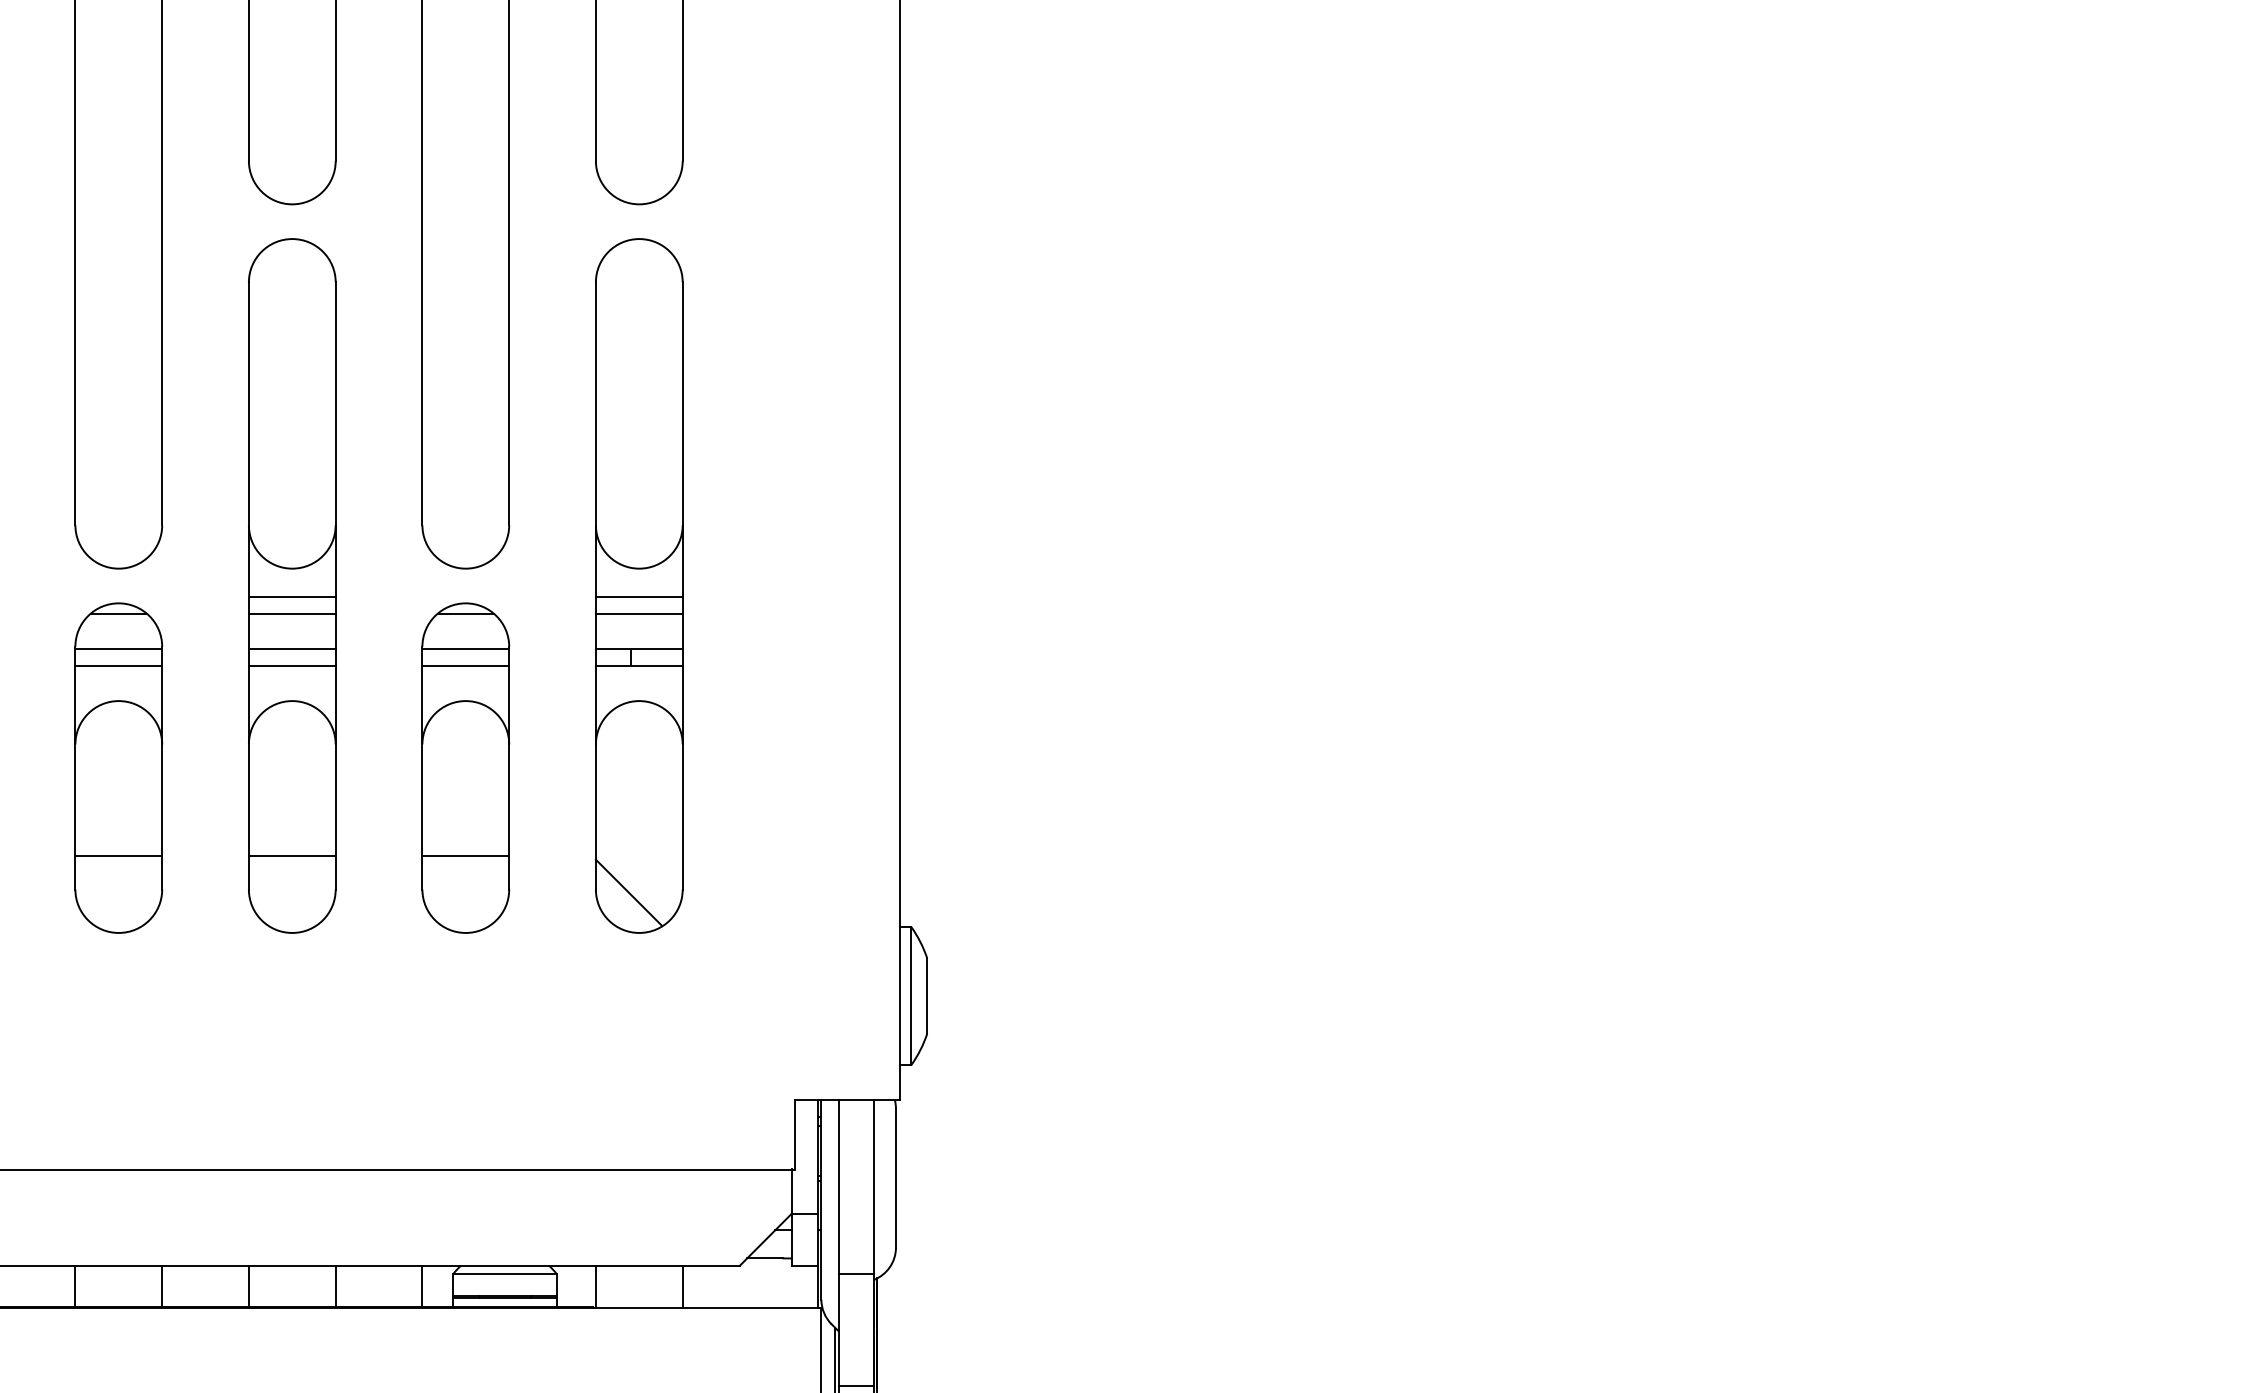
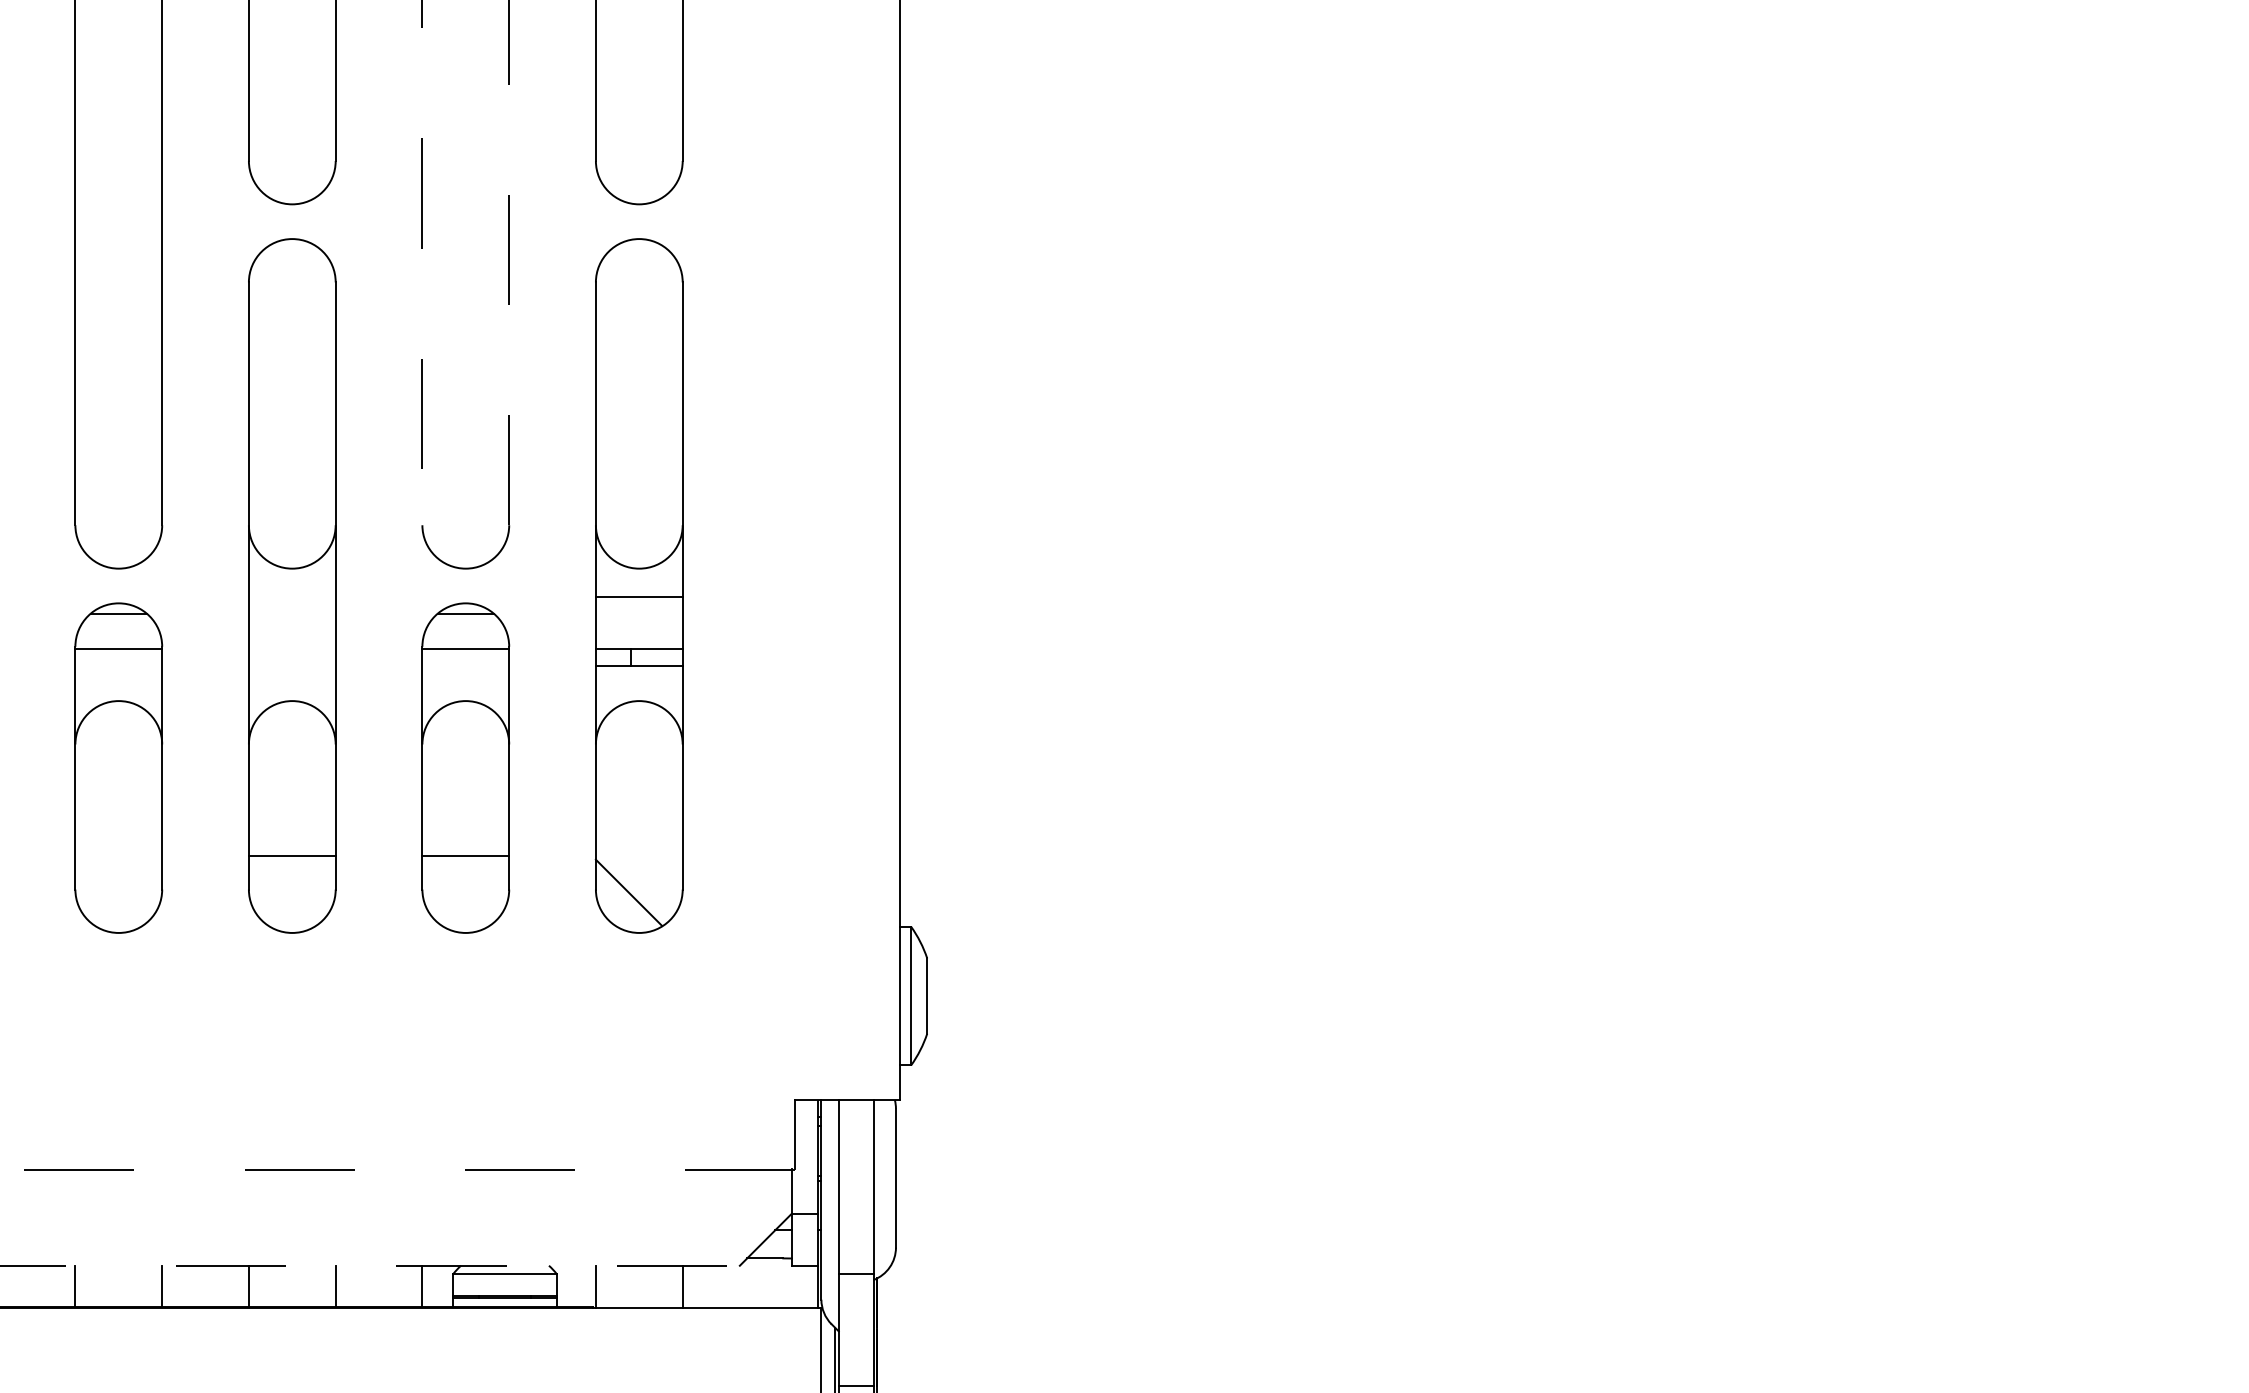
line at (509, 262): solid -> dashed
line at (422, 263): solid -> dashed
line at (291, 597): present -> none
line at (291, 614): present -> none
line at (638, 614): present -> none
line at (291, 649): present -> none
line at (118, 666): present -> none
line at (291, 666): present -> none
line at (465, 666): present -> none
line at (118, 855): present -> none
line at (398, 1169): solid -> dashed
line at (370, 1265): solid -> dashed
